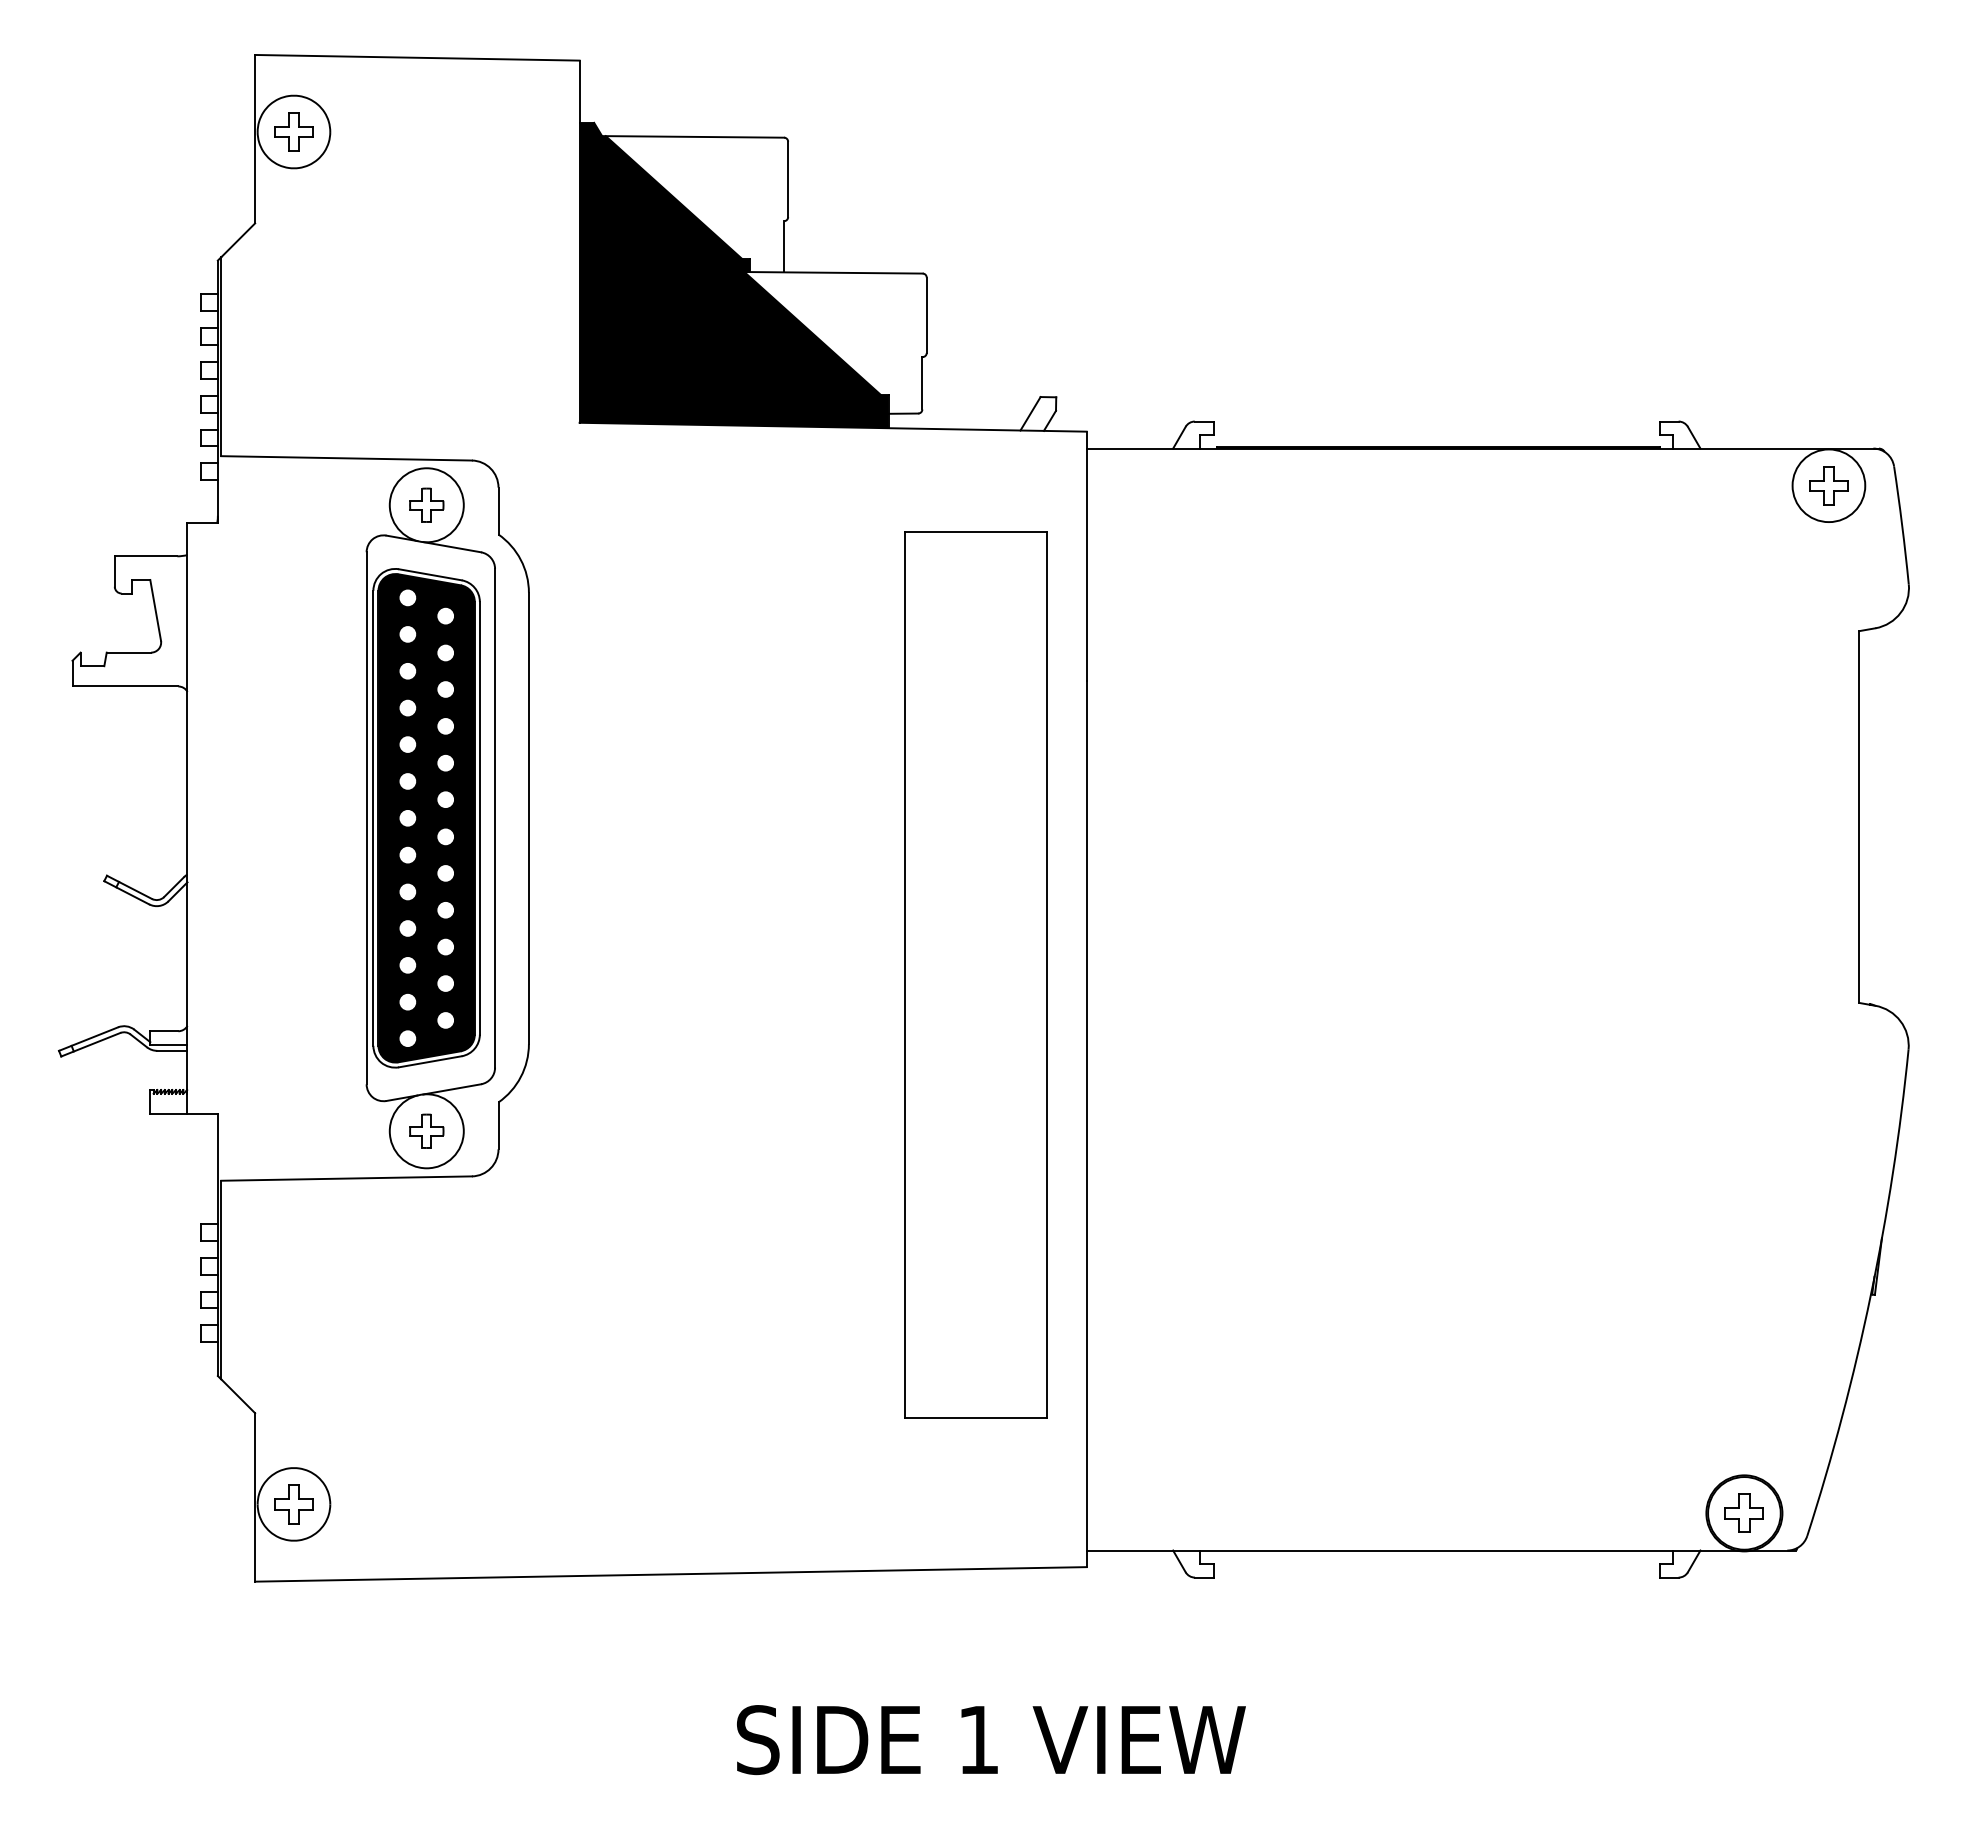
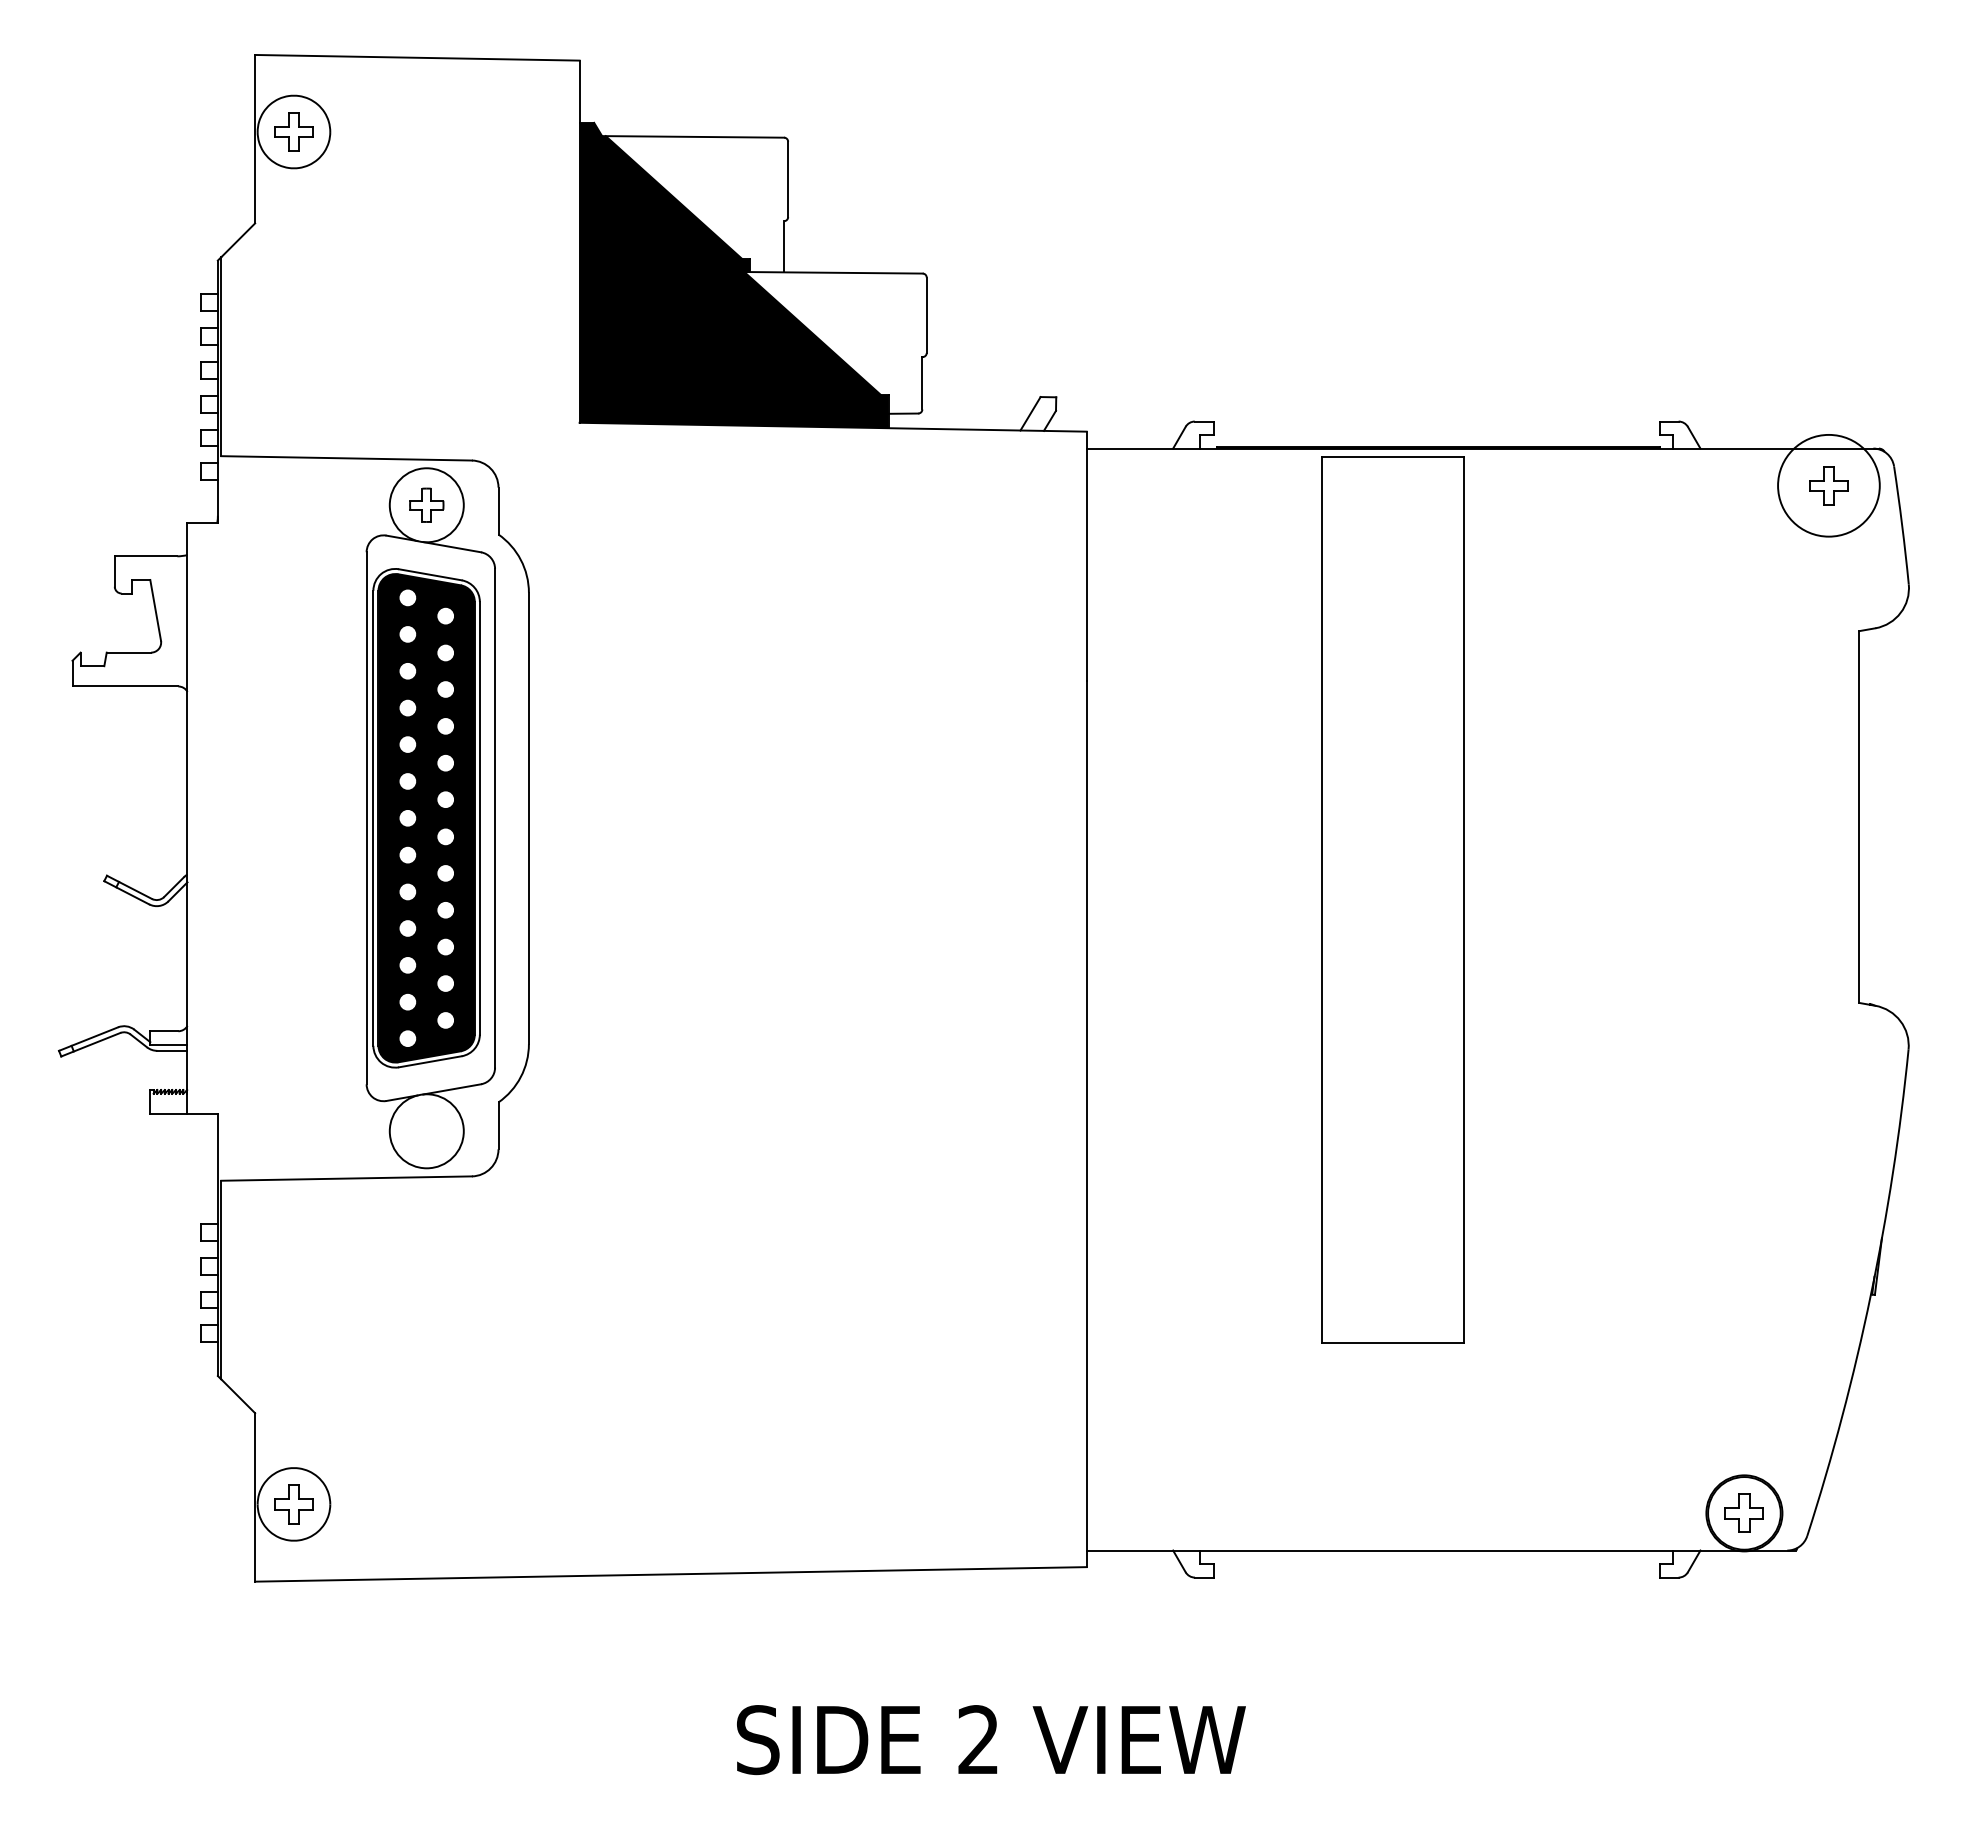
circle at (1828, 485) diameter: 73 px -> 102 px
part at (975, 974) position: (975, 974) -> (1392, 899)
part at (426, 1130): present -> none
text at (977, 1739): 1 -> 2
